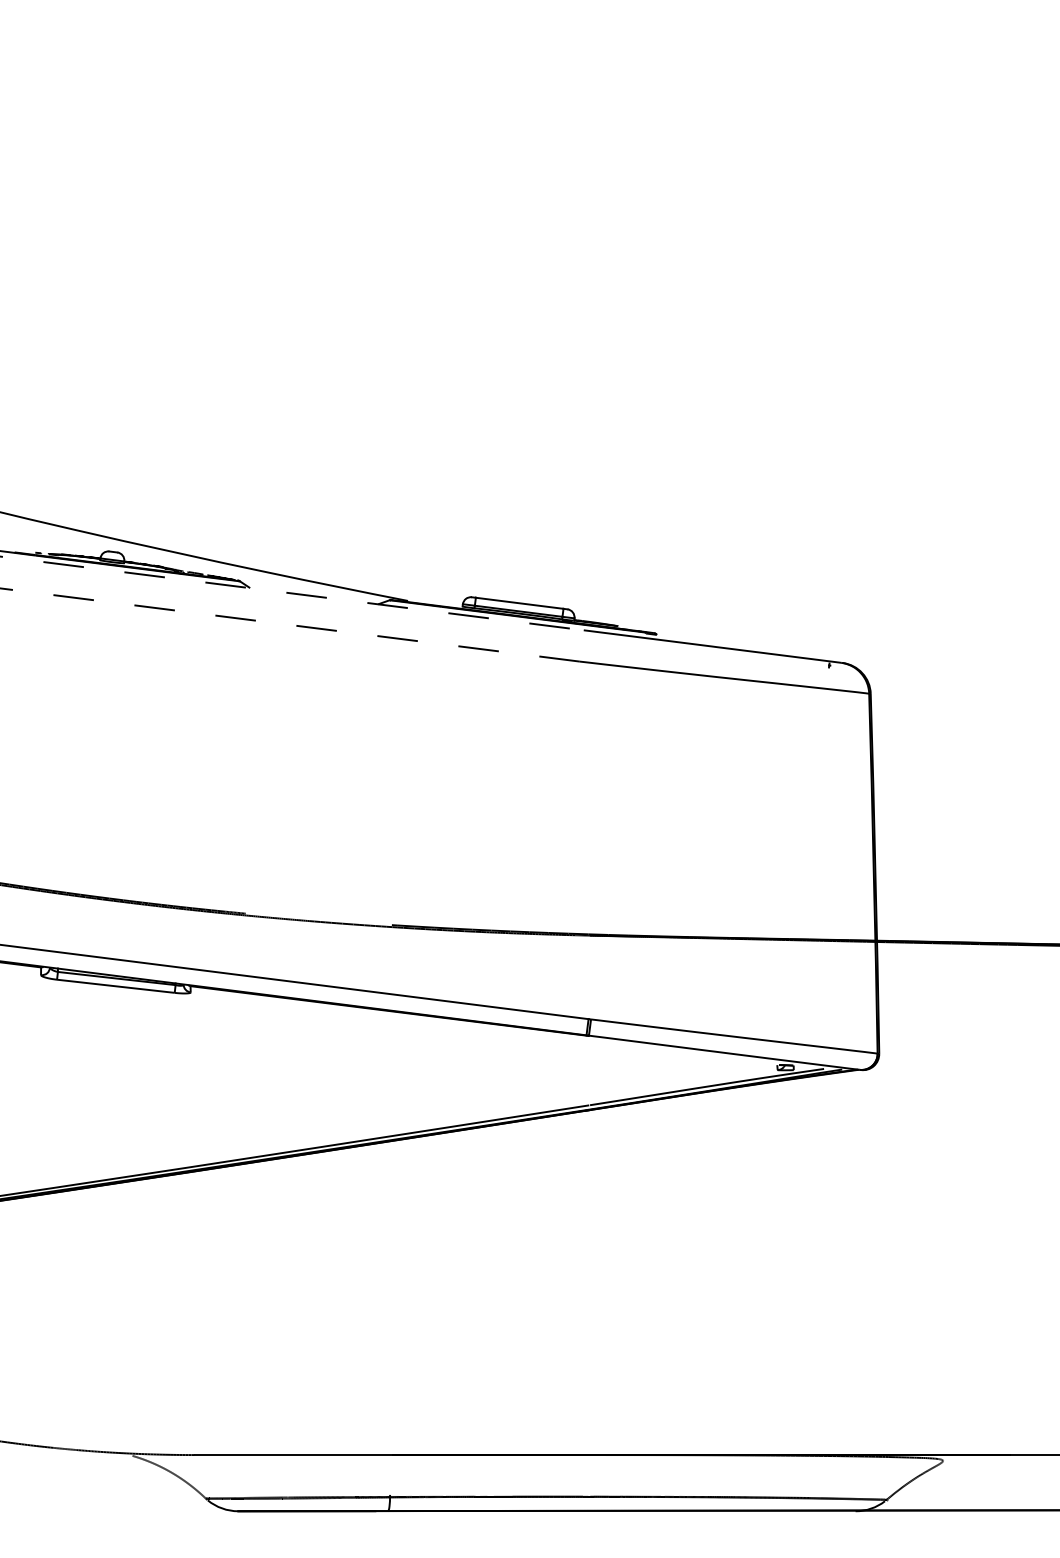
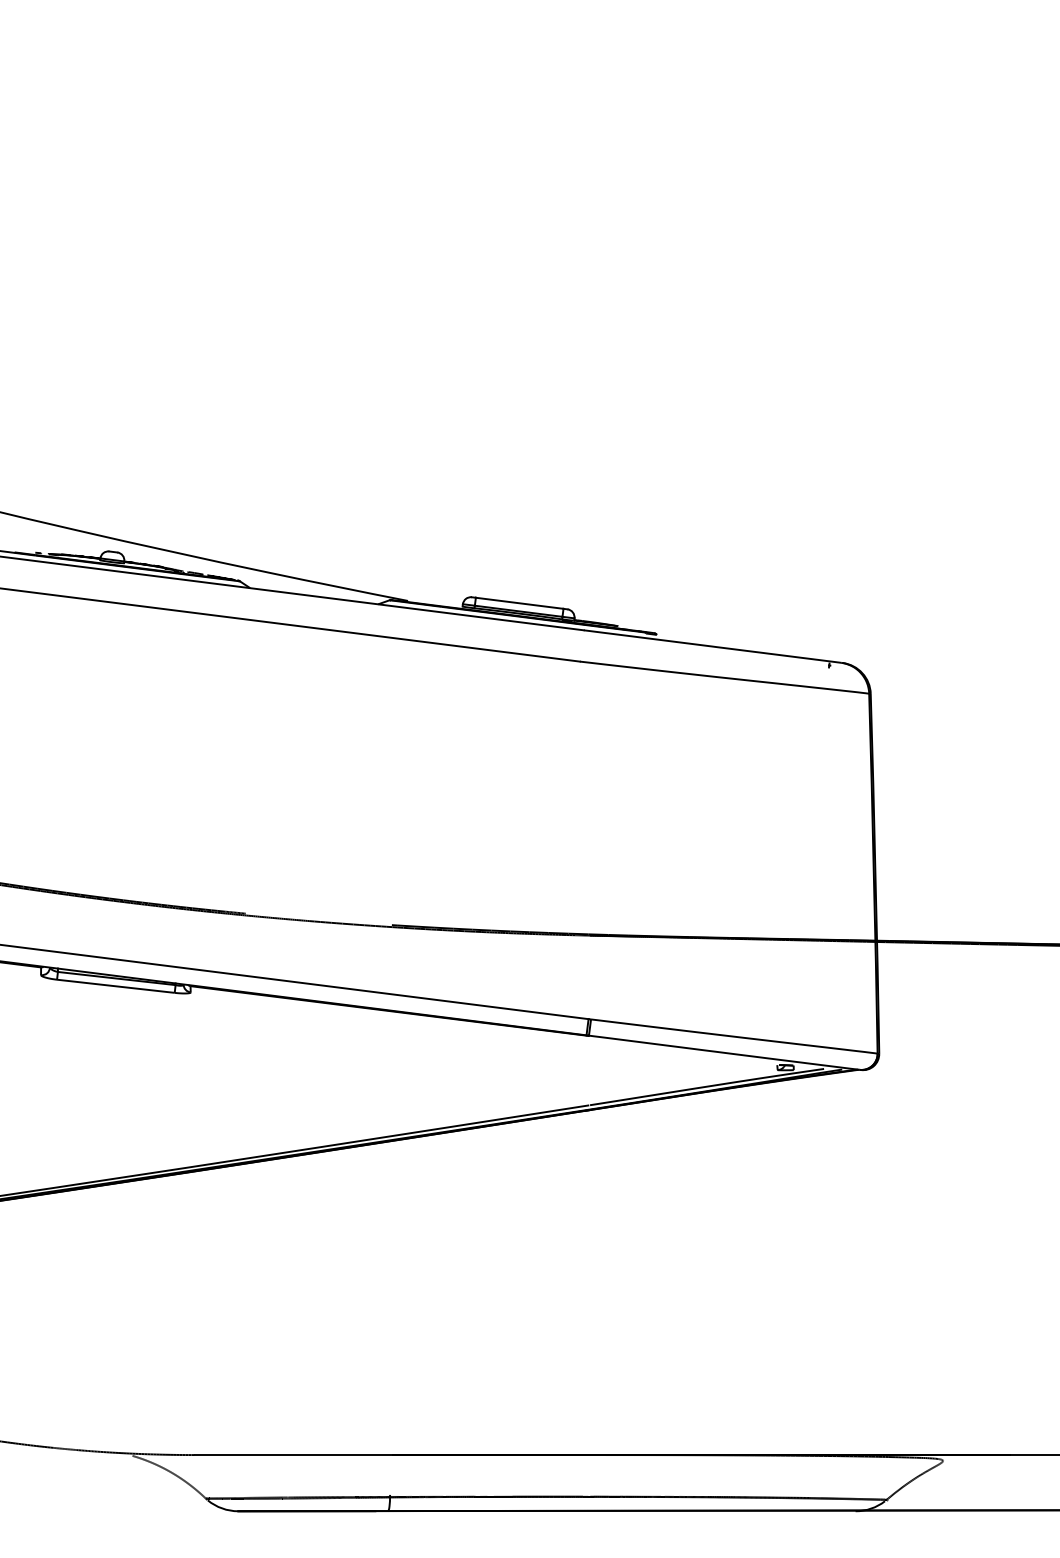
line at (292, 593): dashed -> solid
line at (290, 625): dashed -> solid
